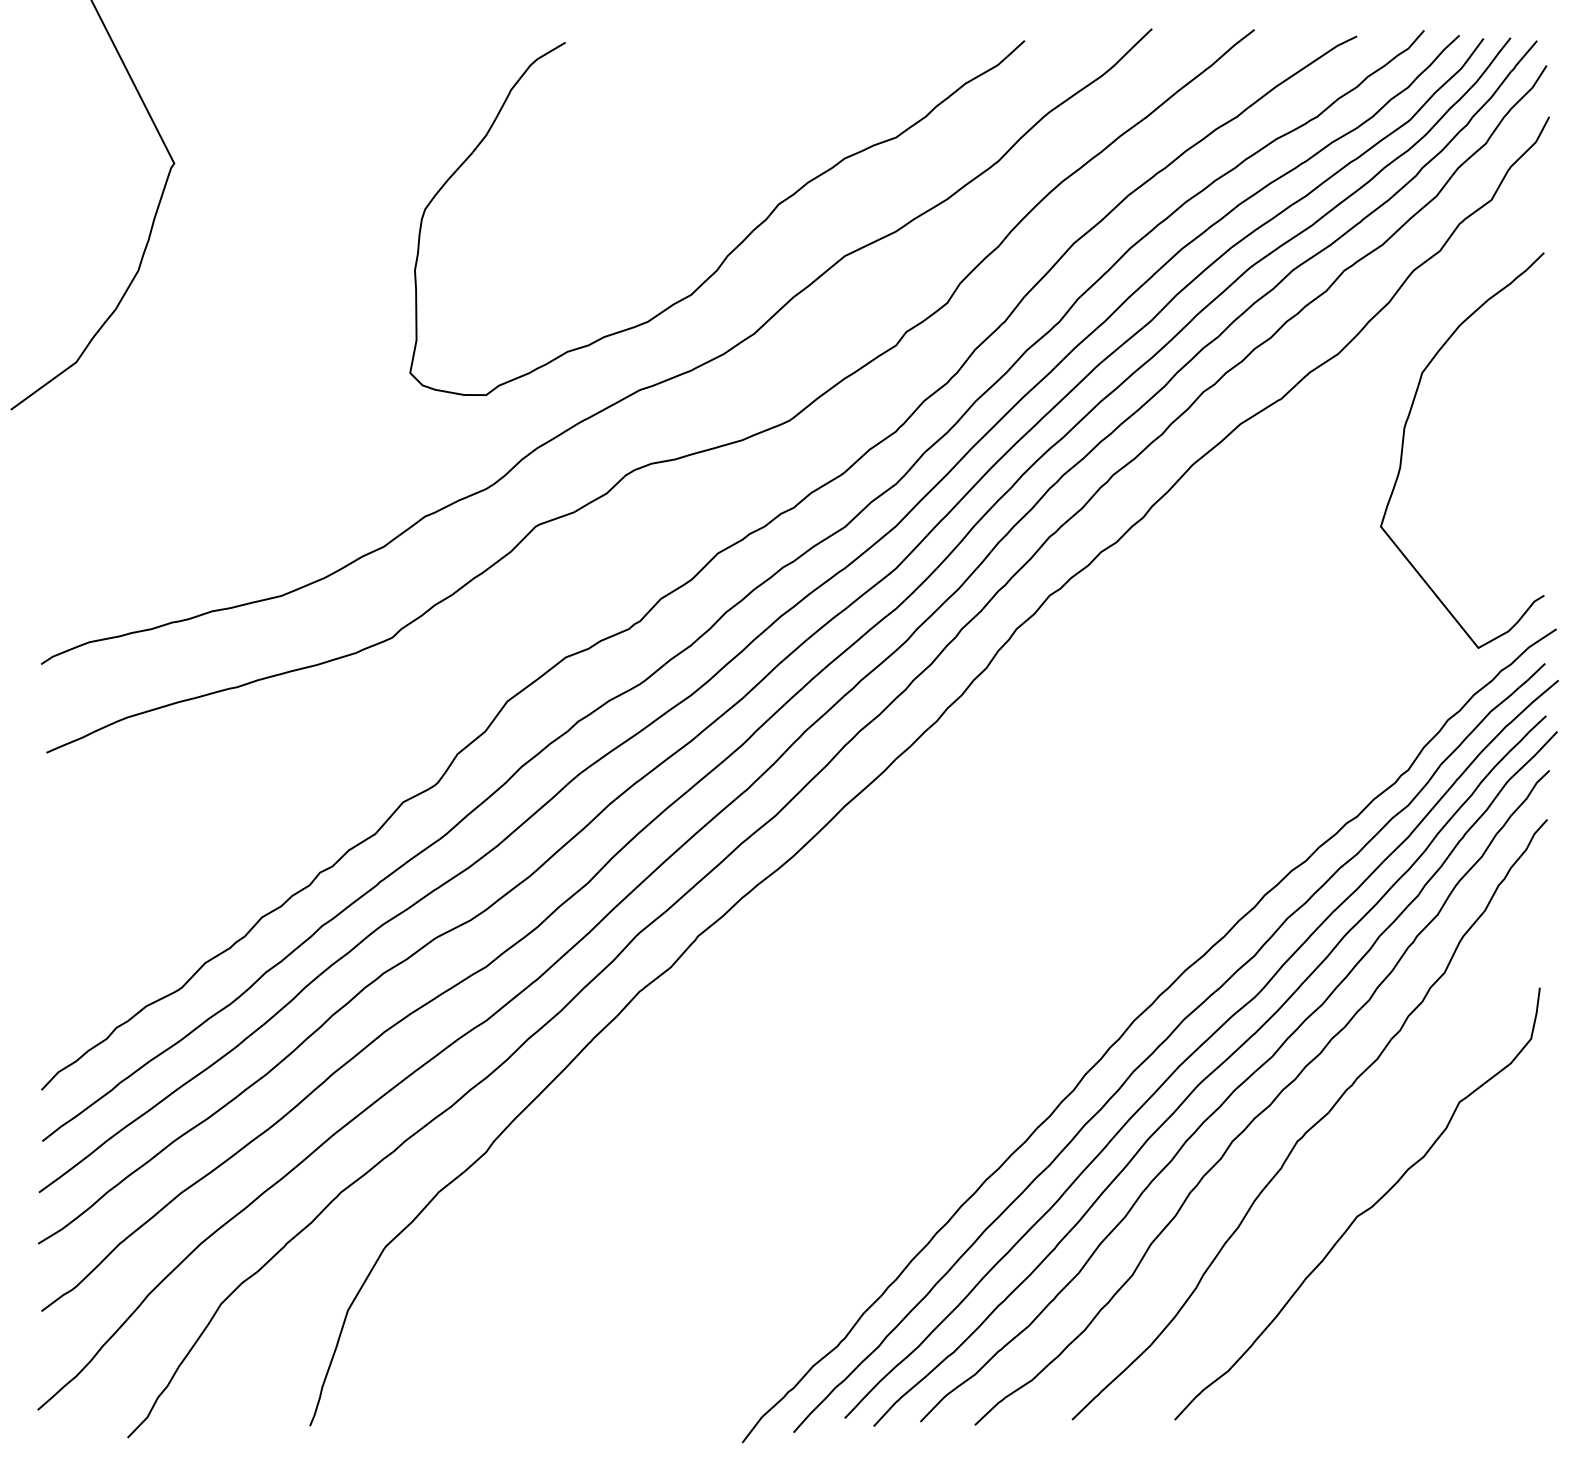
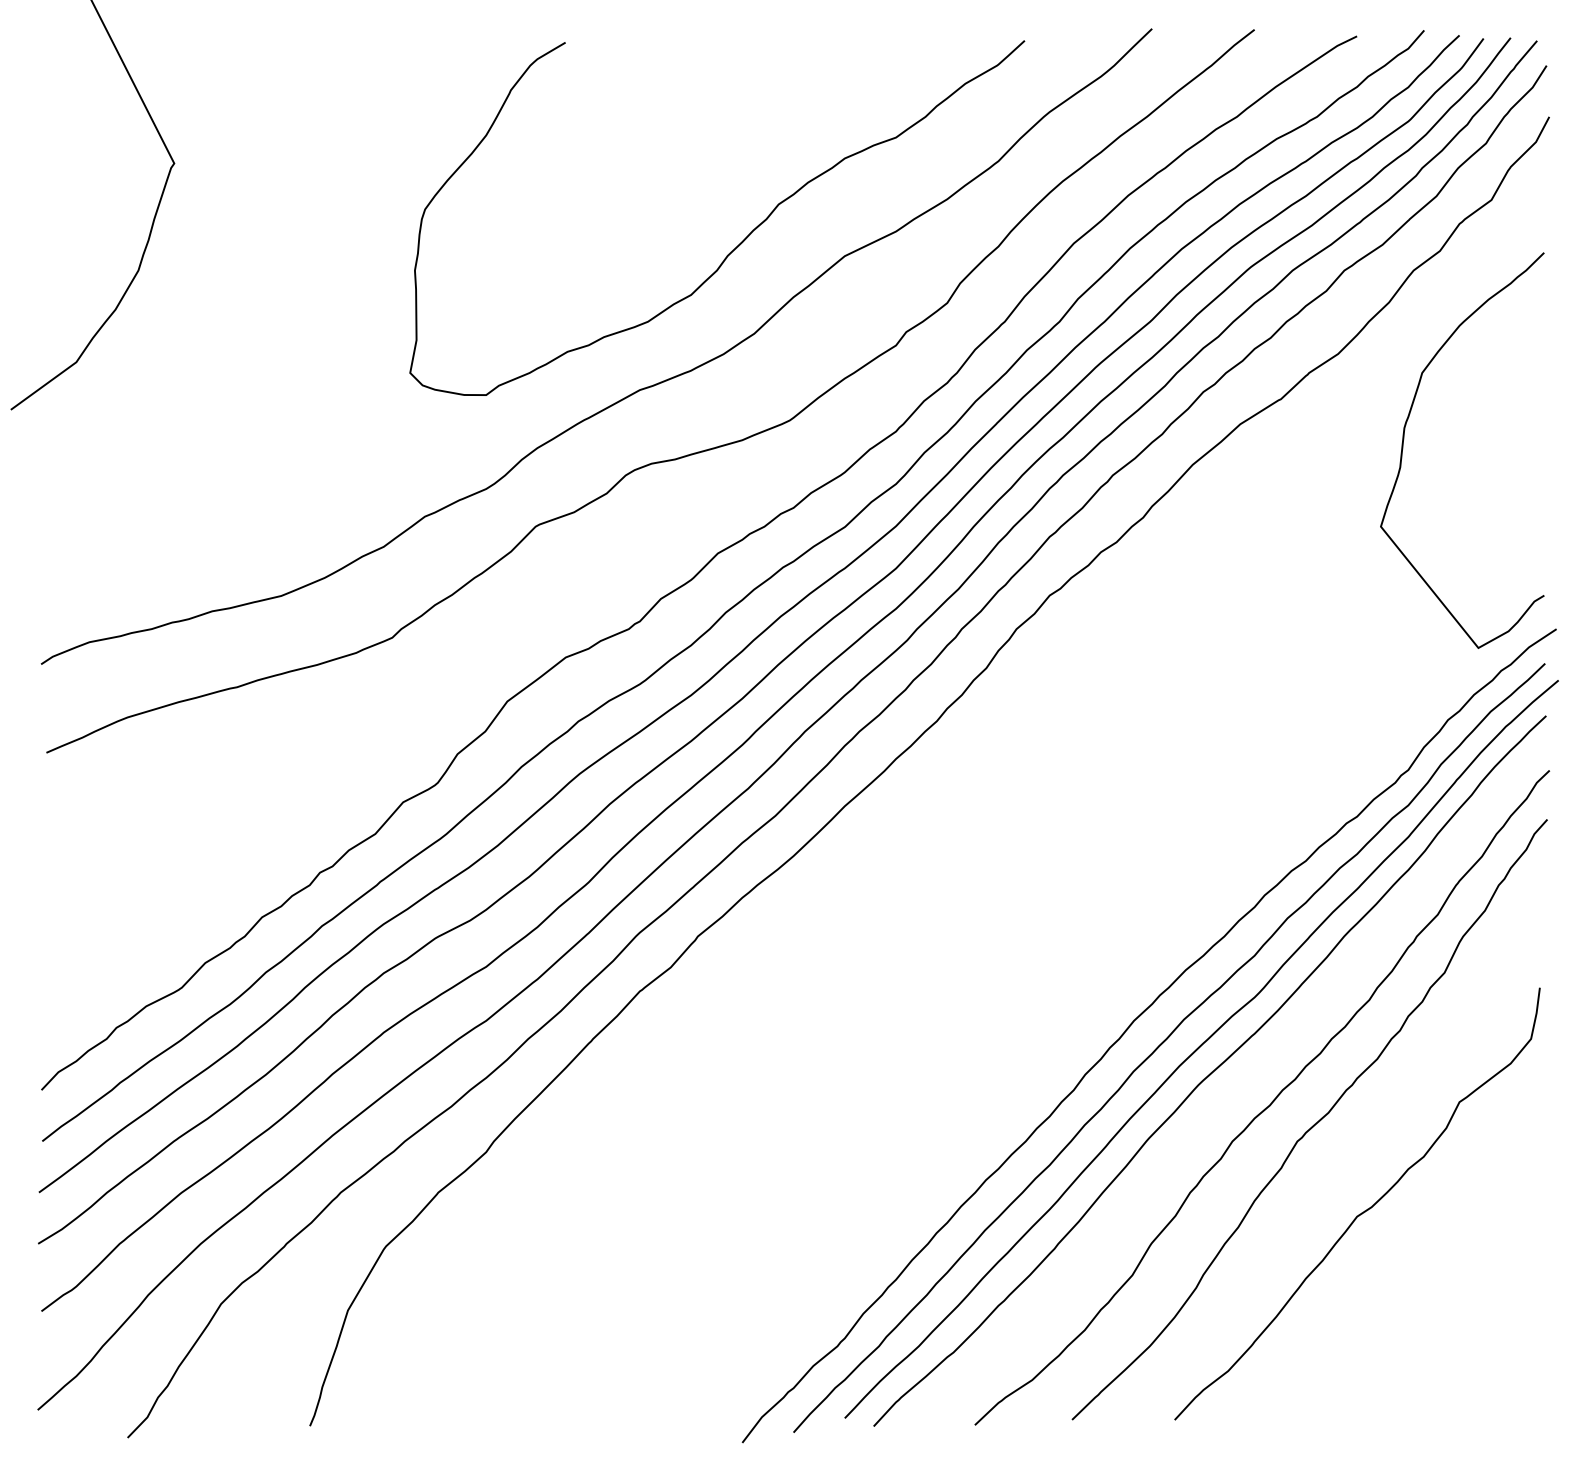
curve at (1241, 1082): present -> none
